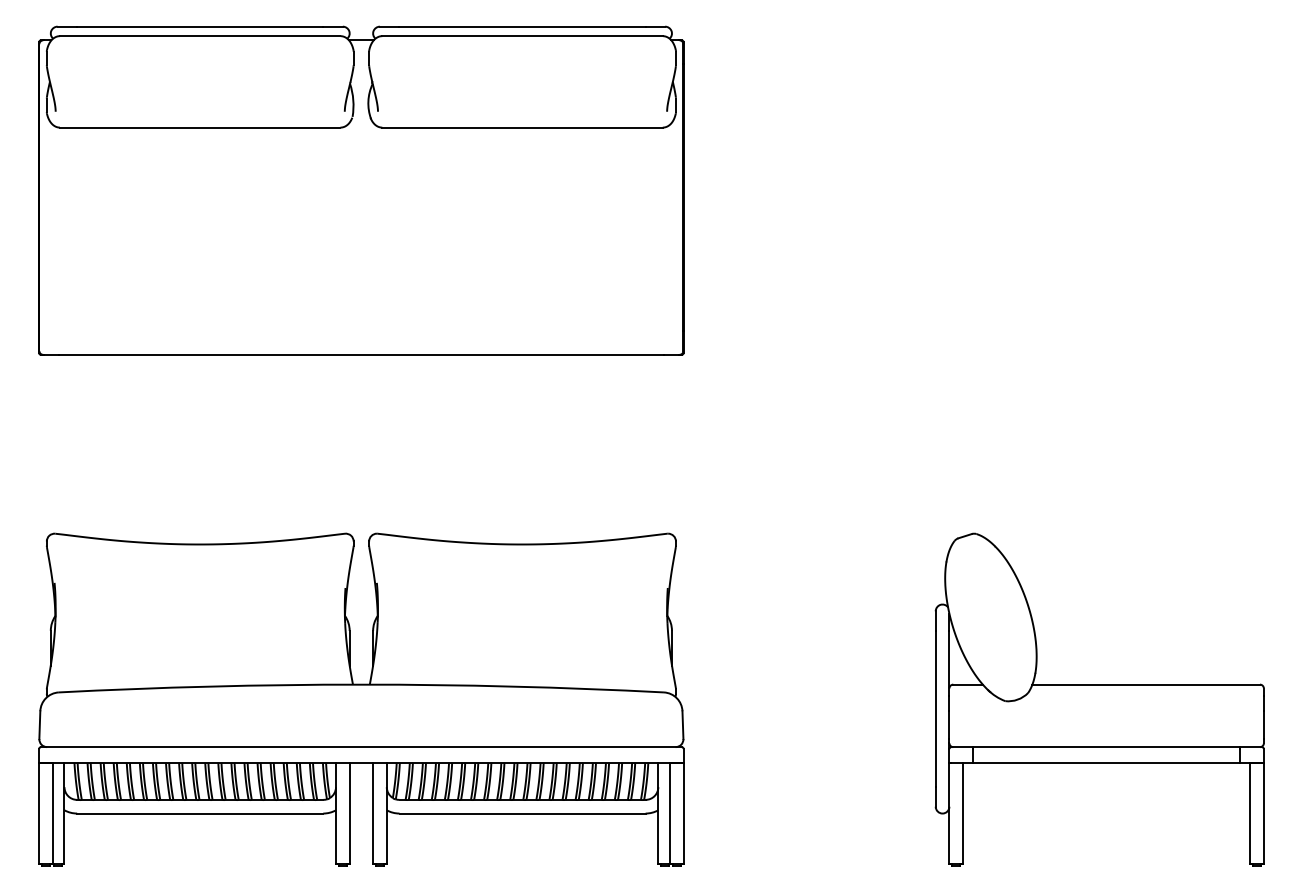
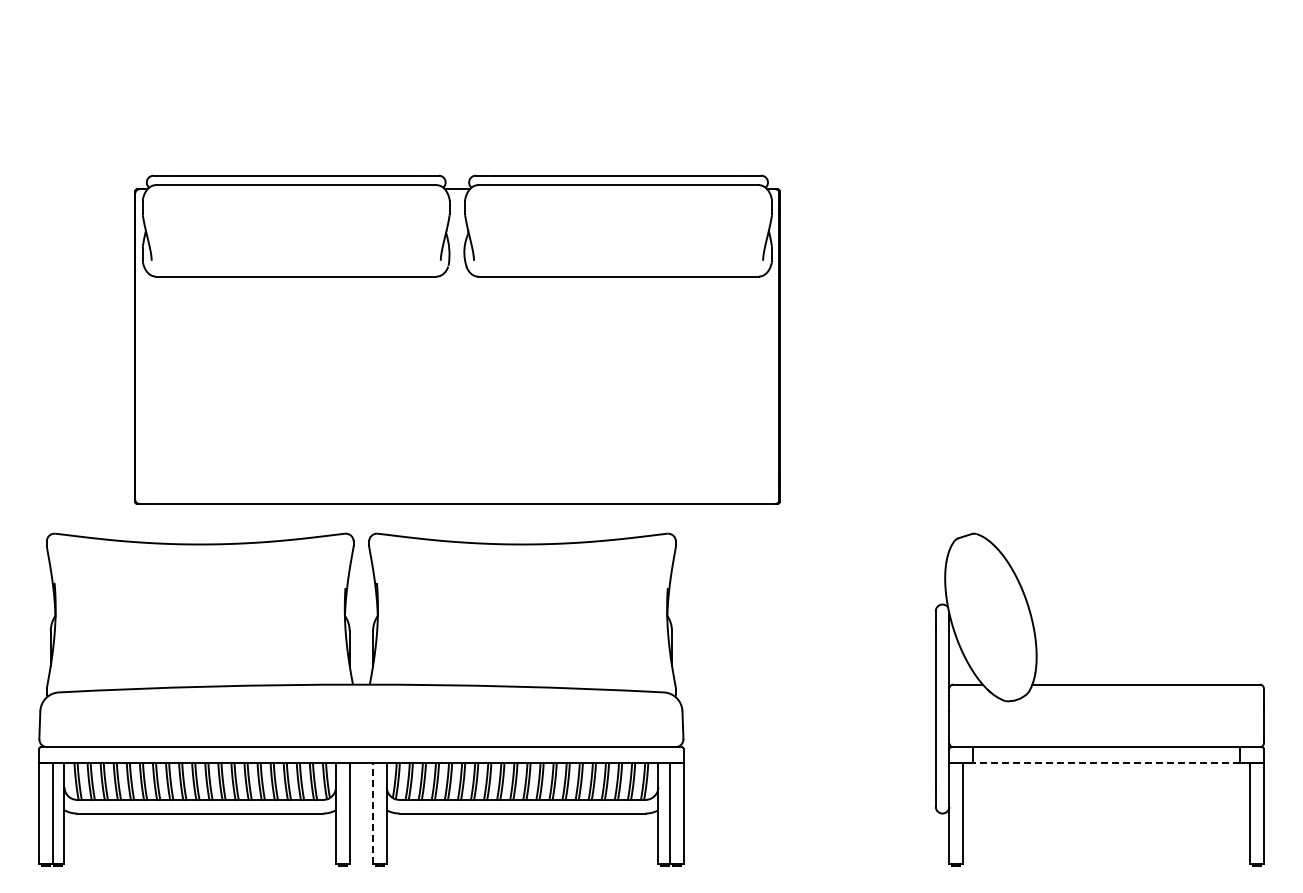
part at (361, 190) position: (361, 190) -> (457, 339)
line at (1106, 762): solid -> dashed
line at (373, 813): solid -> dashed
